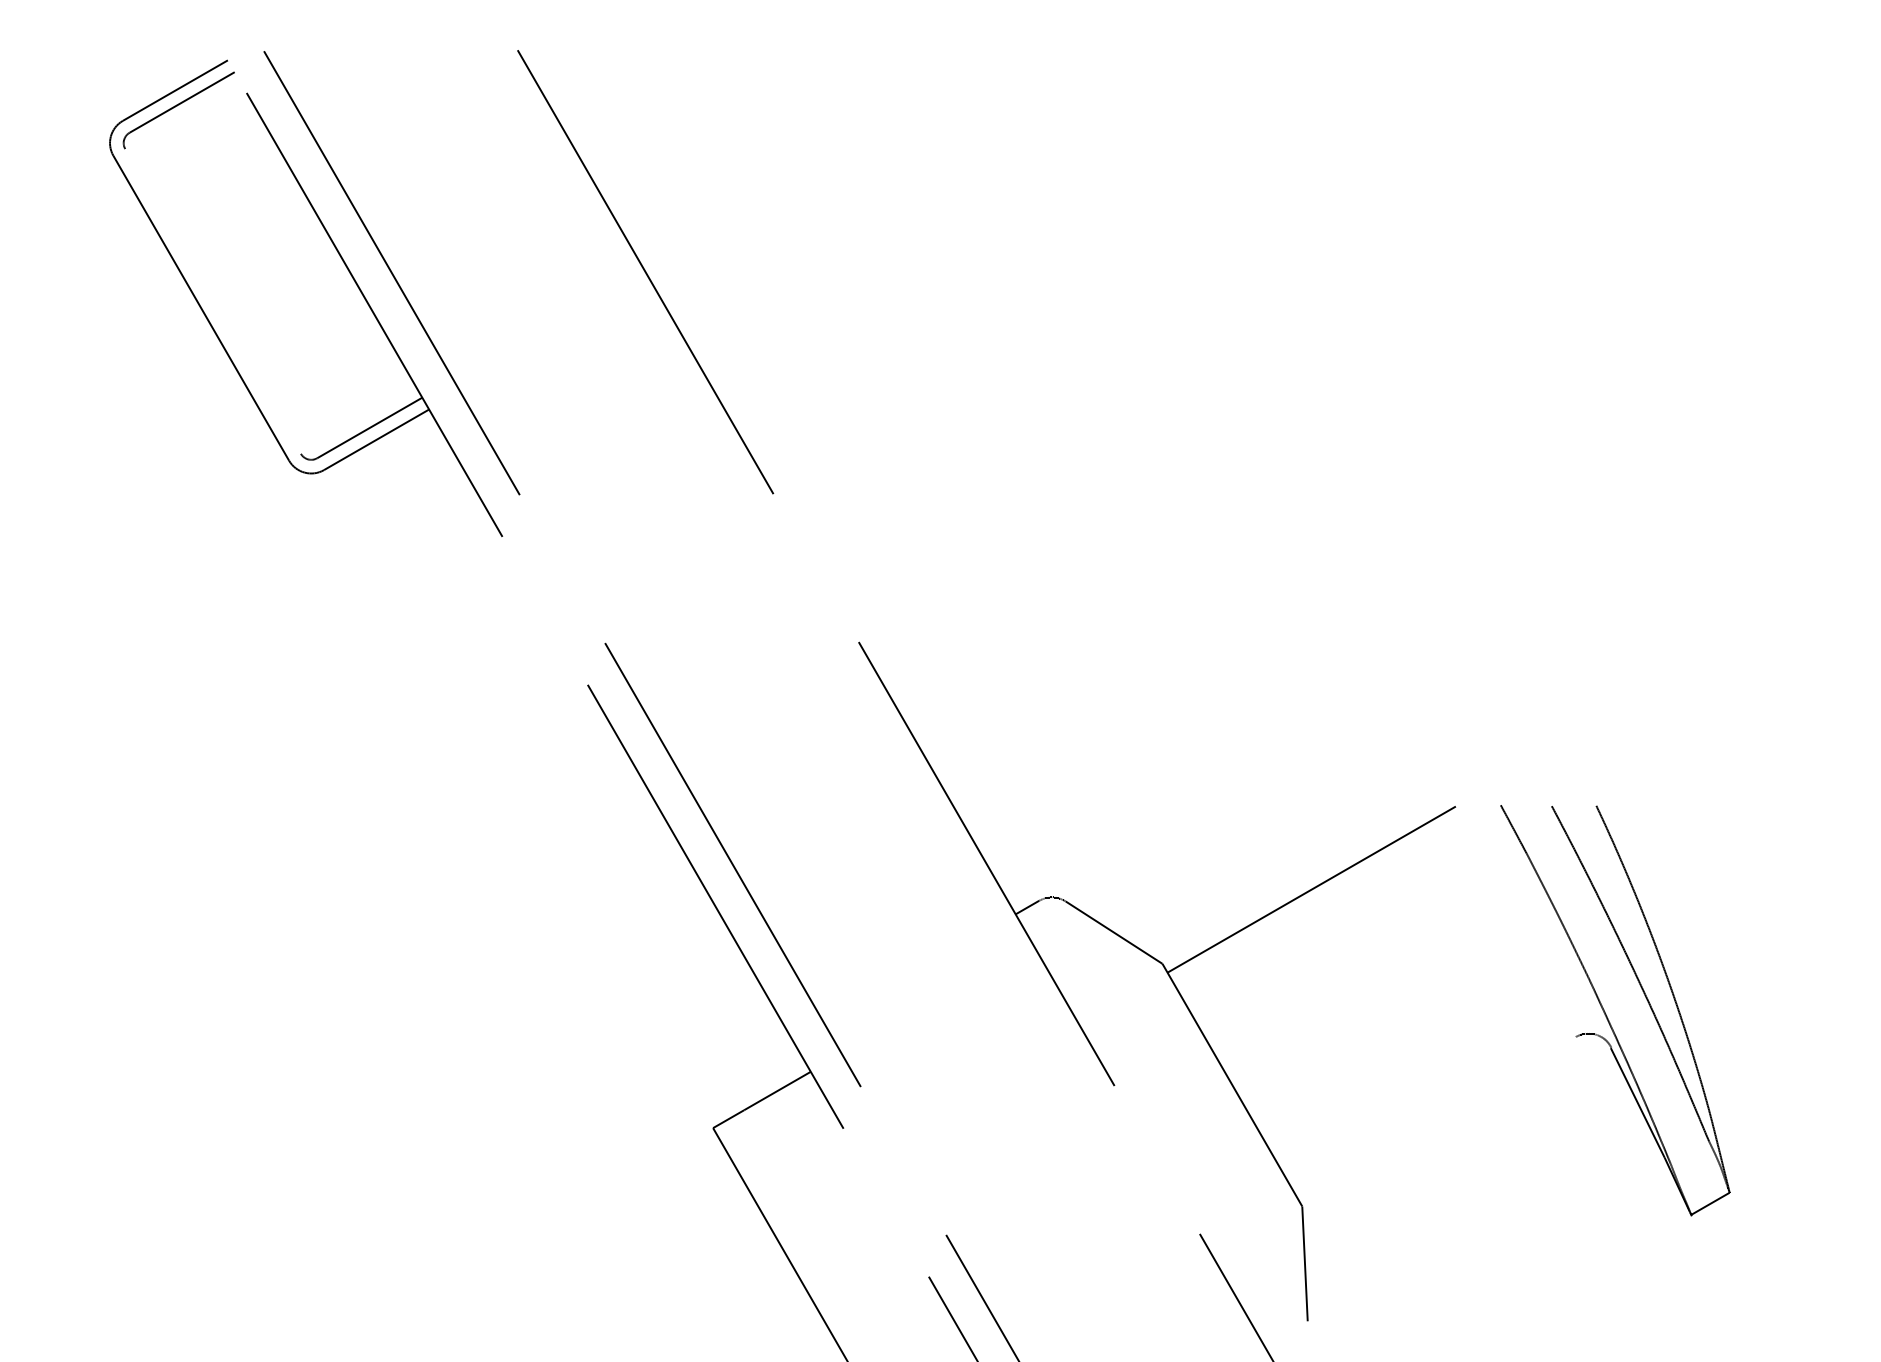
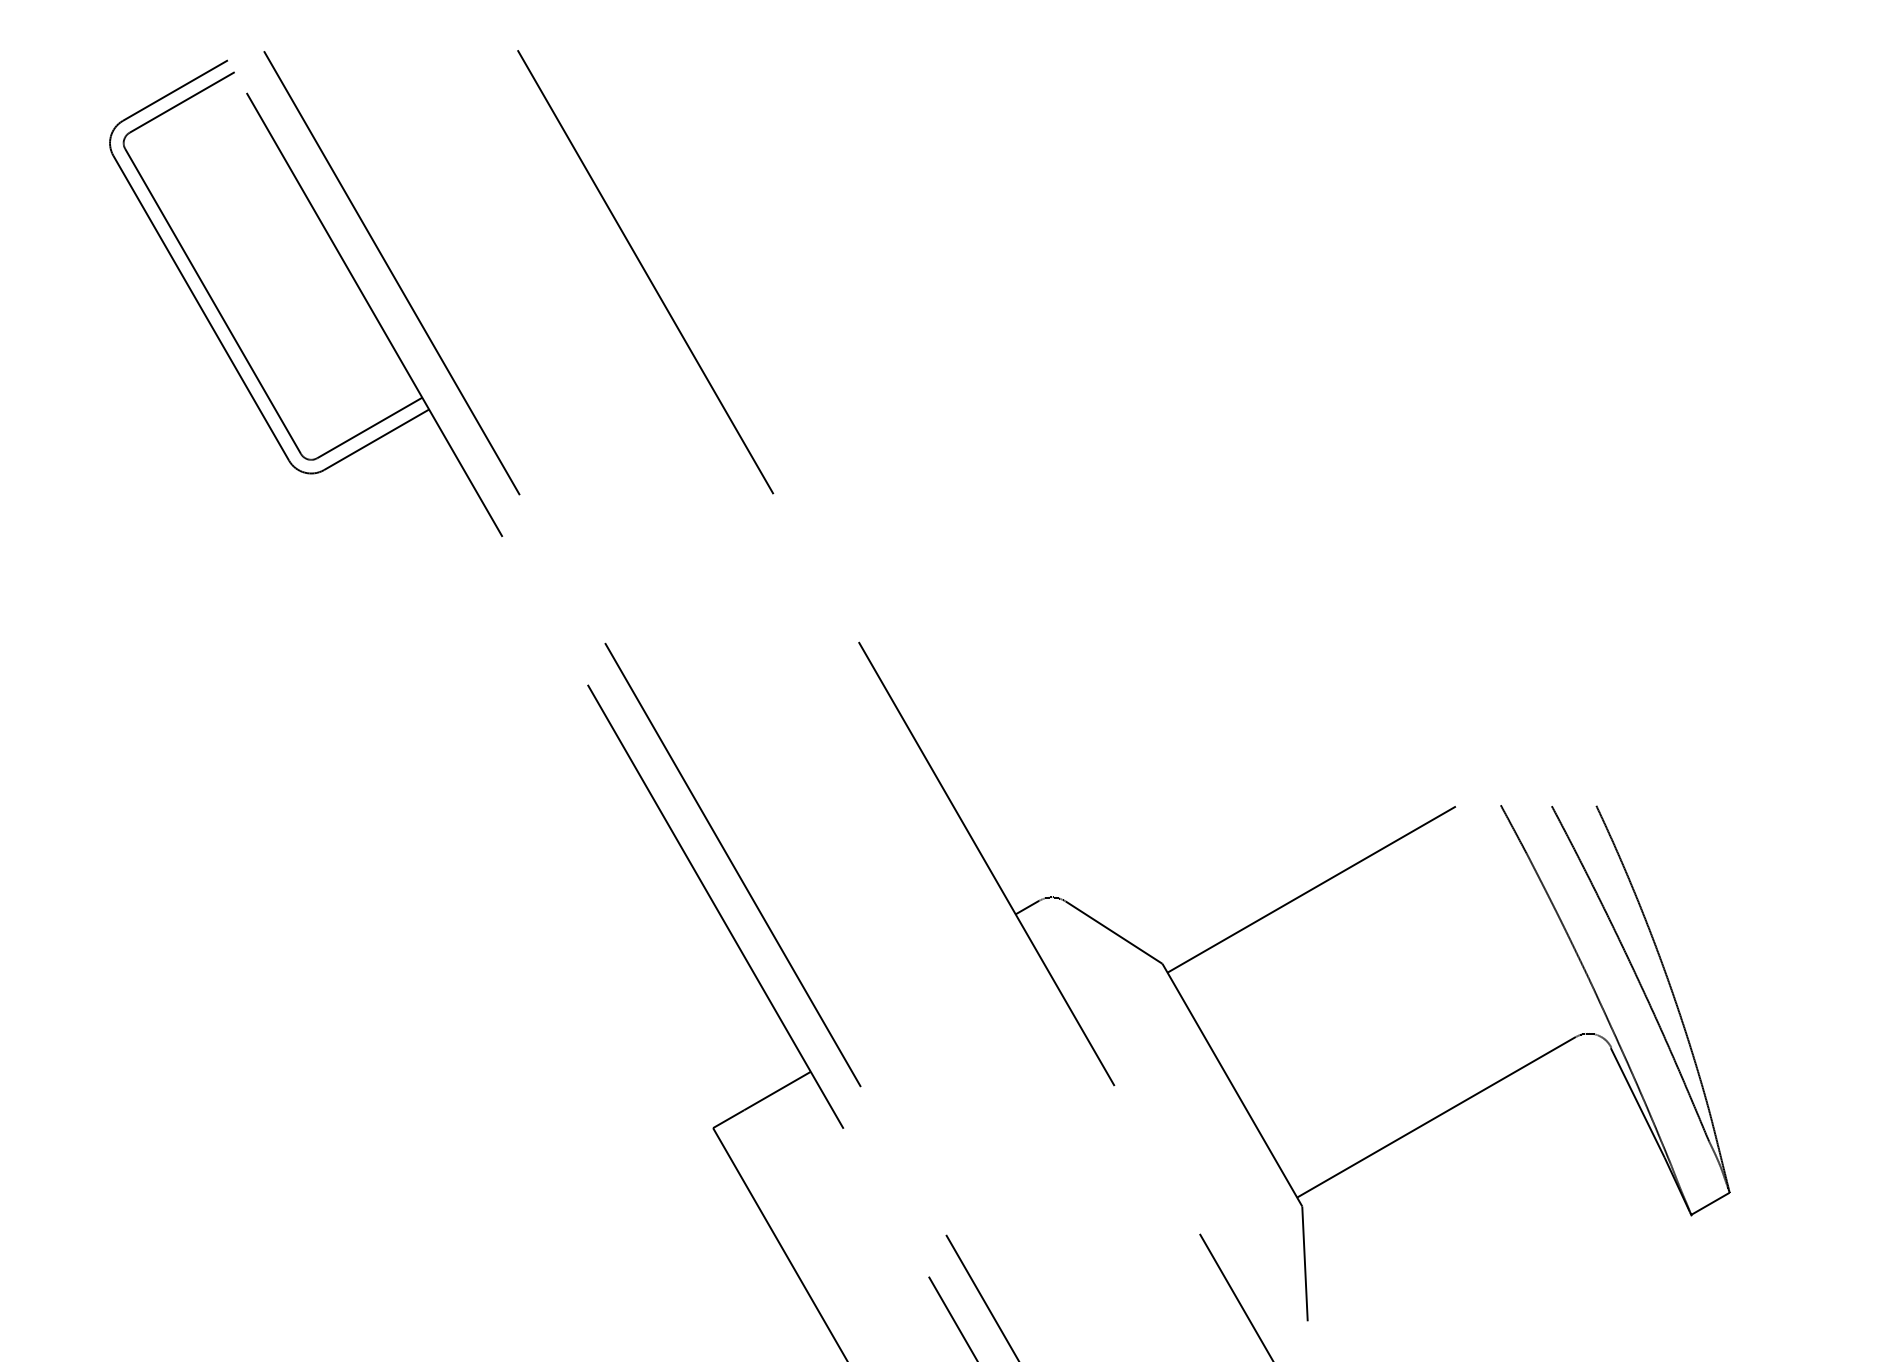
line at (212, 301): none -> present
line at (1436, 1117): none -> present
